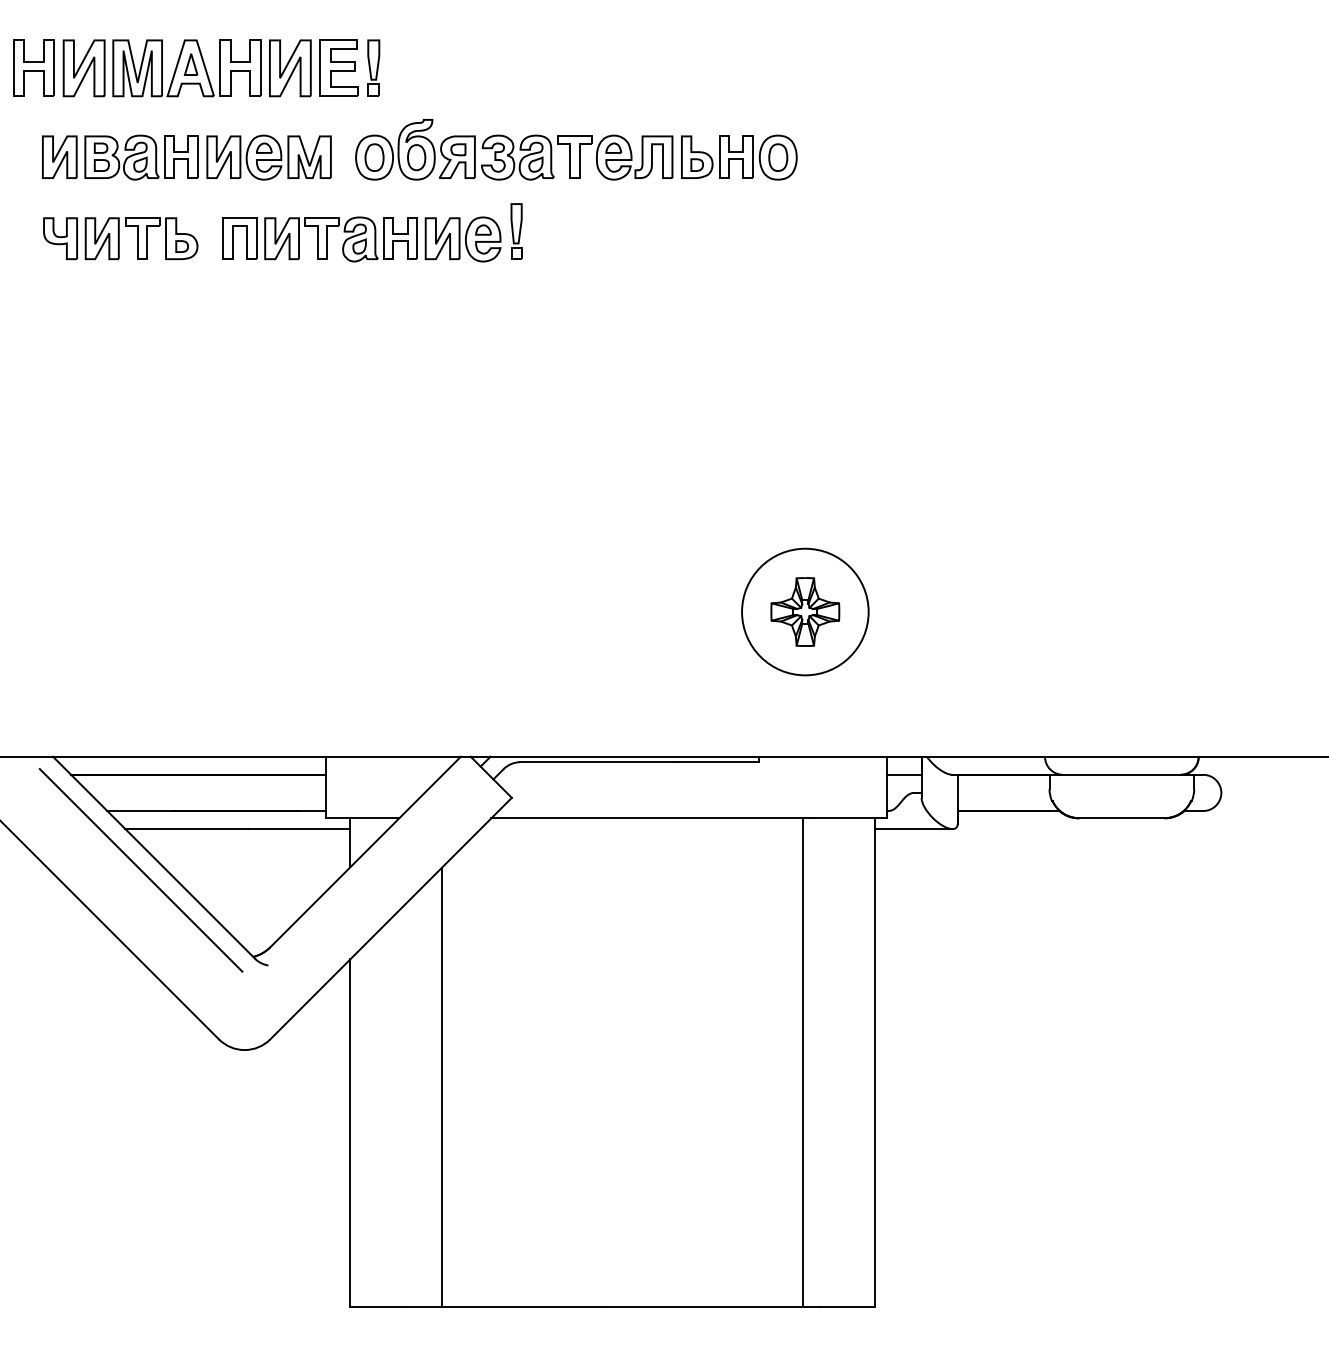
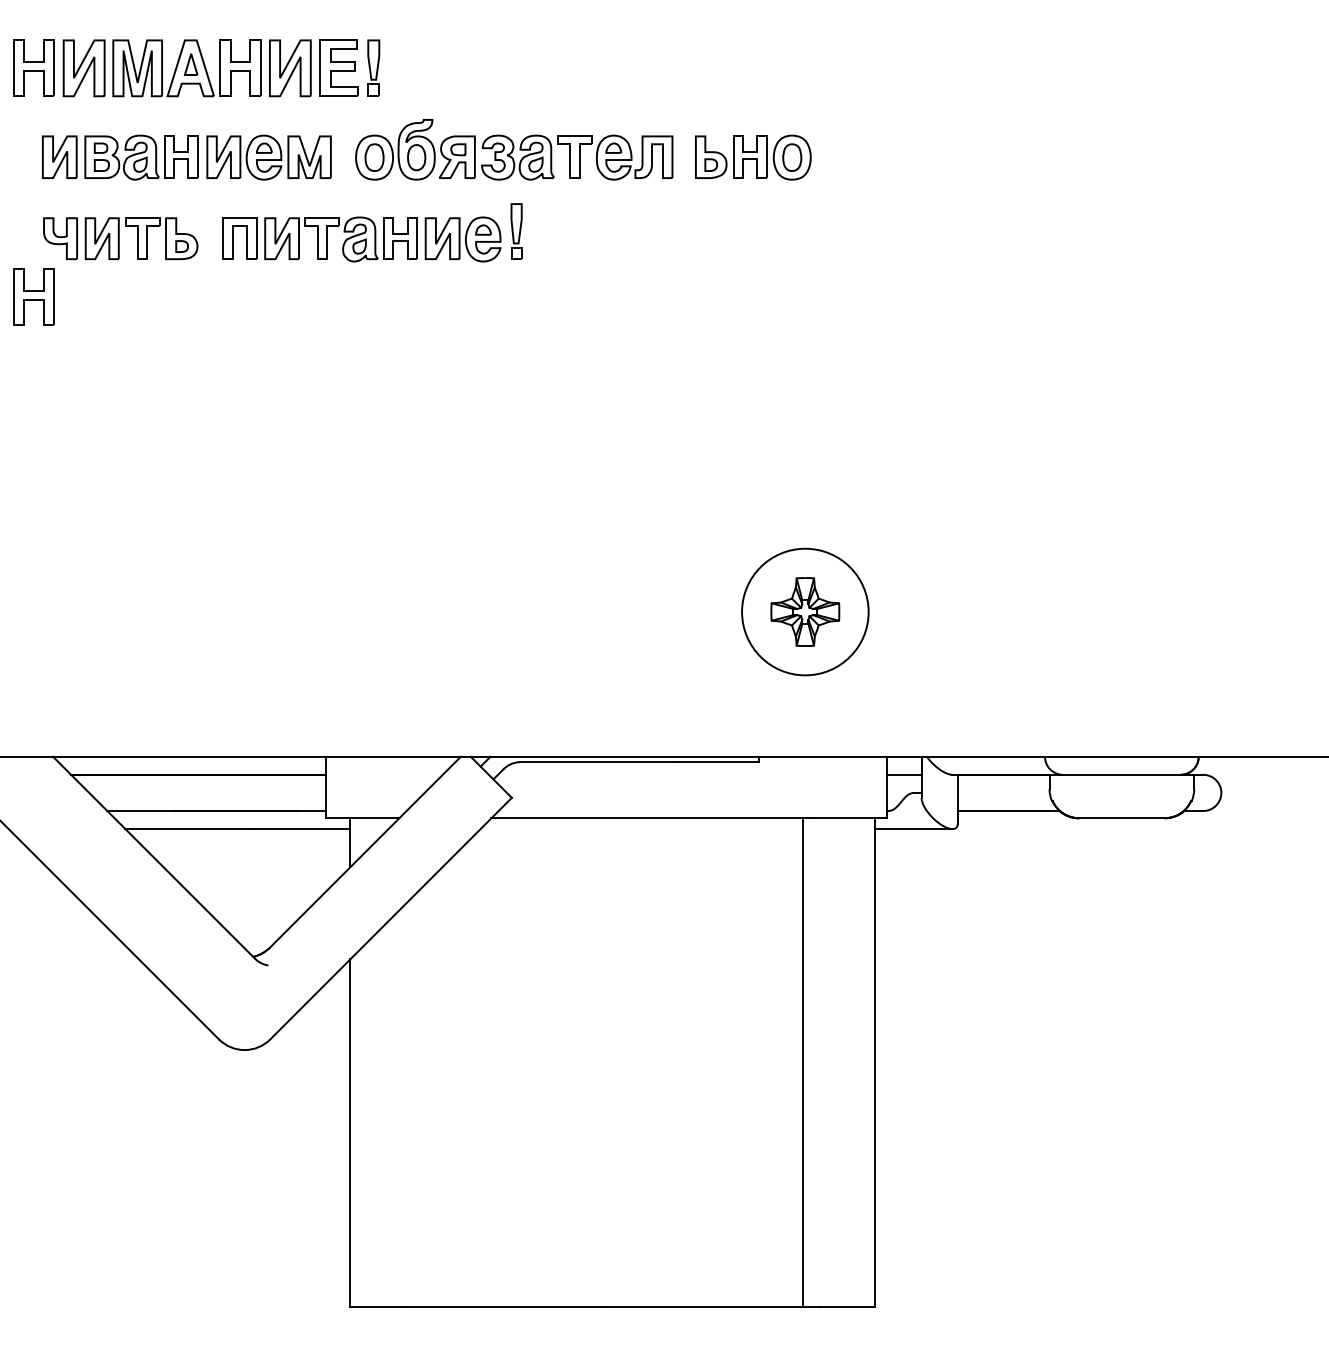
part at (739, 157) position: (739, 157) -> (753, 157)
part at (33, 296): none -> present
line at (140, 870): present -> none
line at (441, 1087): present -> none
